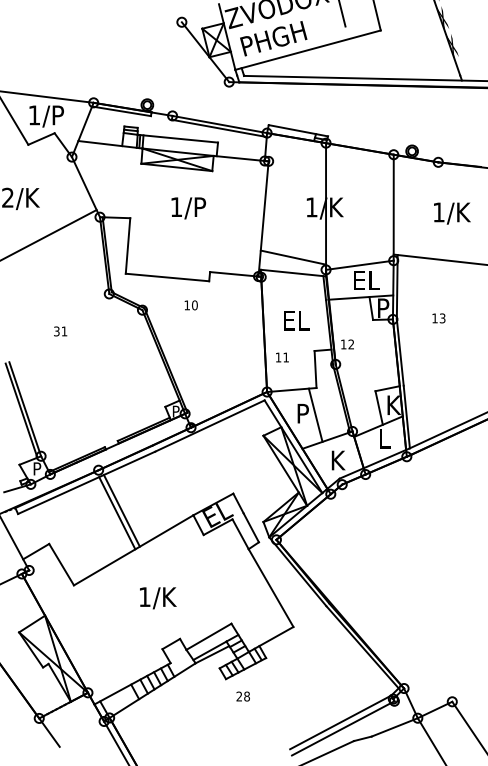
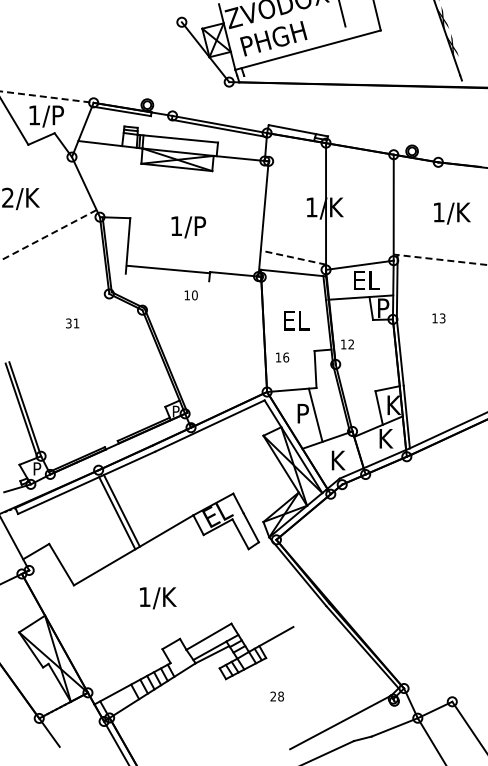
line at (364, 78): present -> none
line at (47, 97): solid -> dashed
text at (188, 208) position: (188, 208) -> (188, 227)
line at (48, 235): solid -> dashed
line at (292, 257): solid -> dashed
line at (440, 259): solid -> dashed
line at (167, 277) position: (167, 277) -> (168, 269)
text at (190, 305) position: (190, 305) -> (190, 295)
text at (60, 331) position: (60, 331) -> (72, 323)
text at (286, 357): 11 -> 16
text at (386, 438): L -> K
line at (270, 587): present -> none
text at (242, 696) position: (242, 696) -> (276, 696)
line at (342, 728): present -> none
